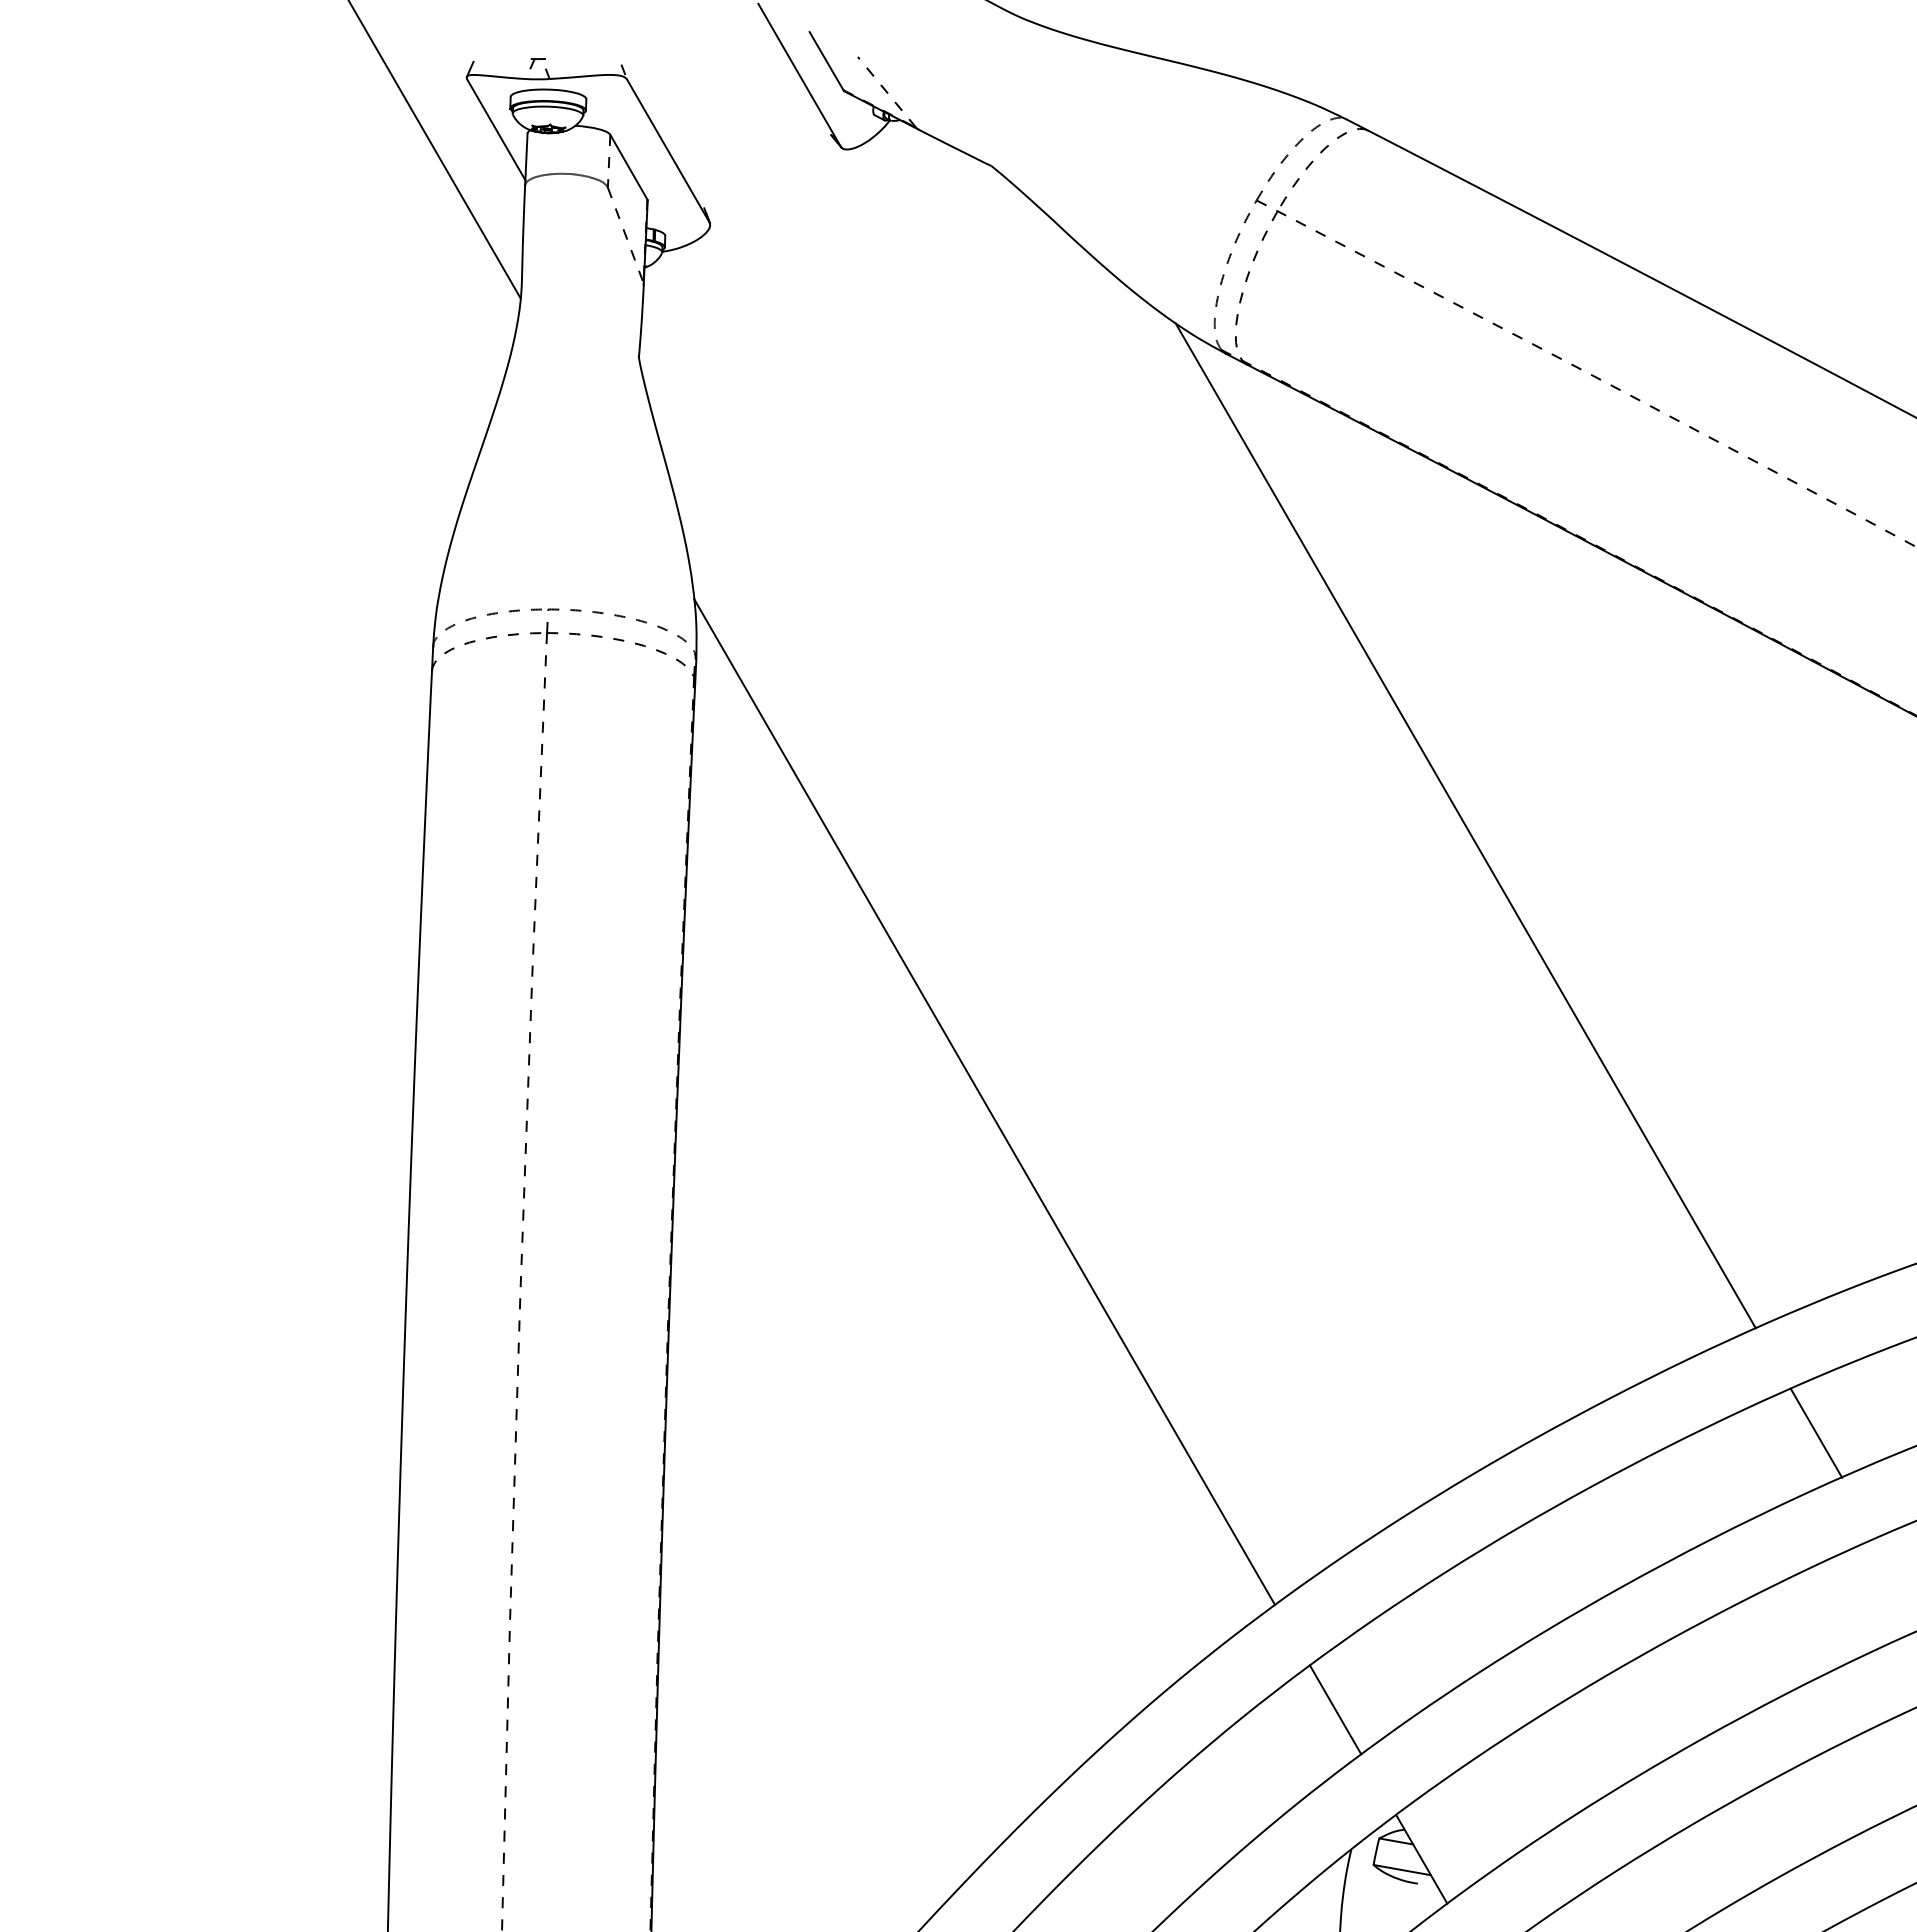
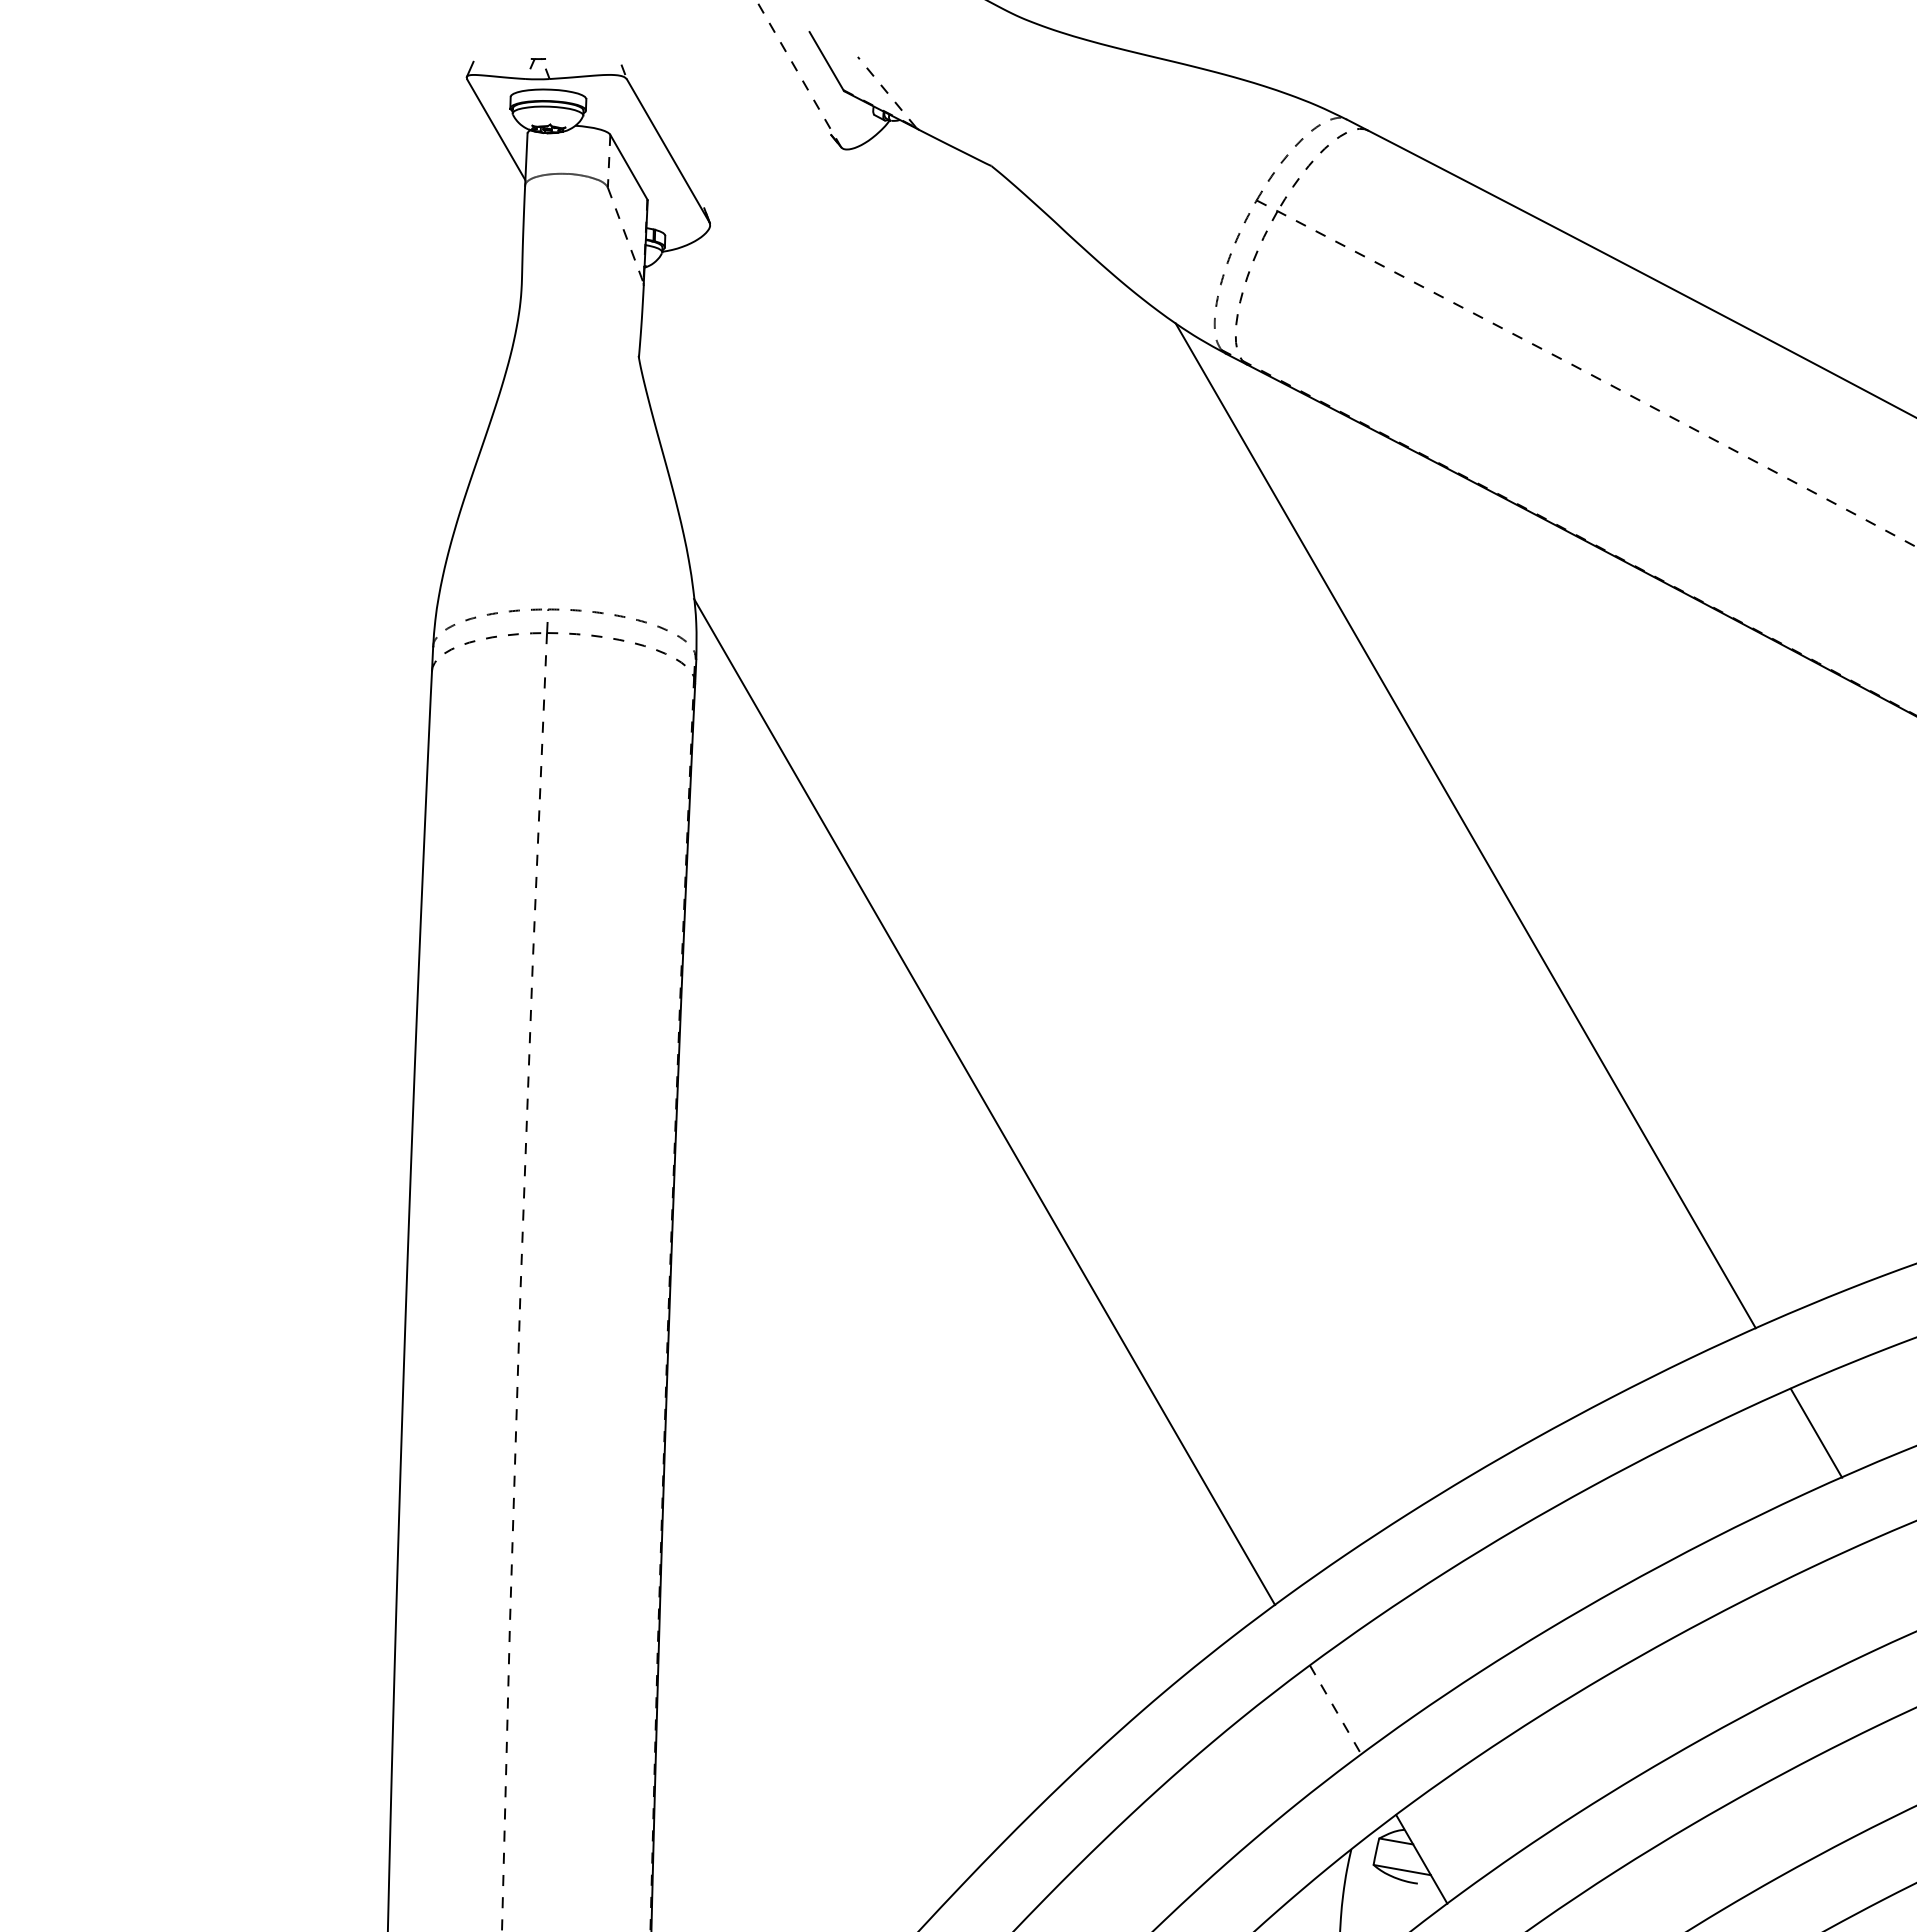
line at (799, 75): solid -> dashed
line at (434, 150): present -> none
line at (1335, 1710): solid -> dashed
